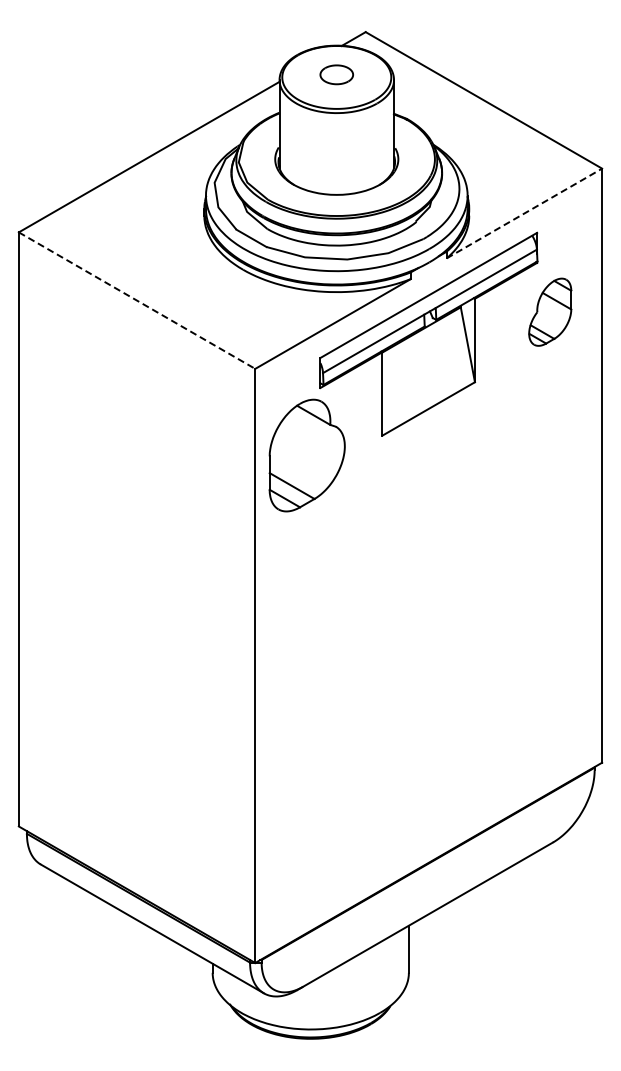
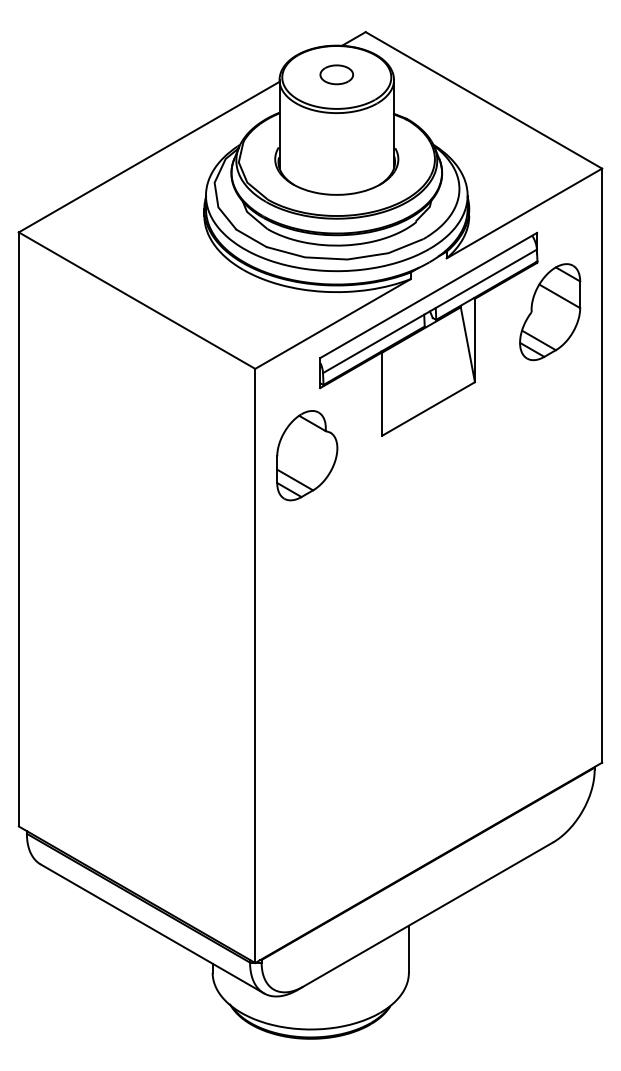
line at (524, 213): dashed -> solid
line at (137, 300): dashed -> solid
part at (550, 311) size: 45x70 px -> 63x99 px
part at (306, 455) size: 78x115 px -> 63x92 px
